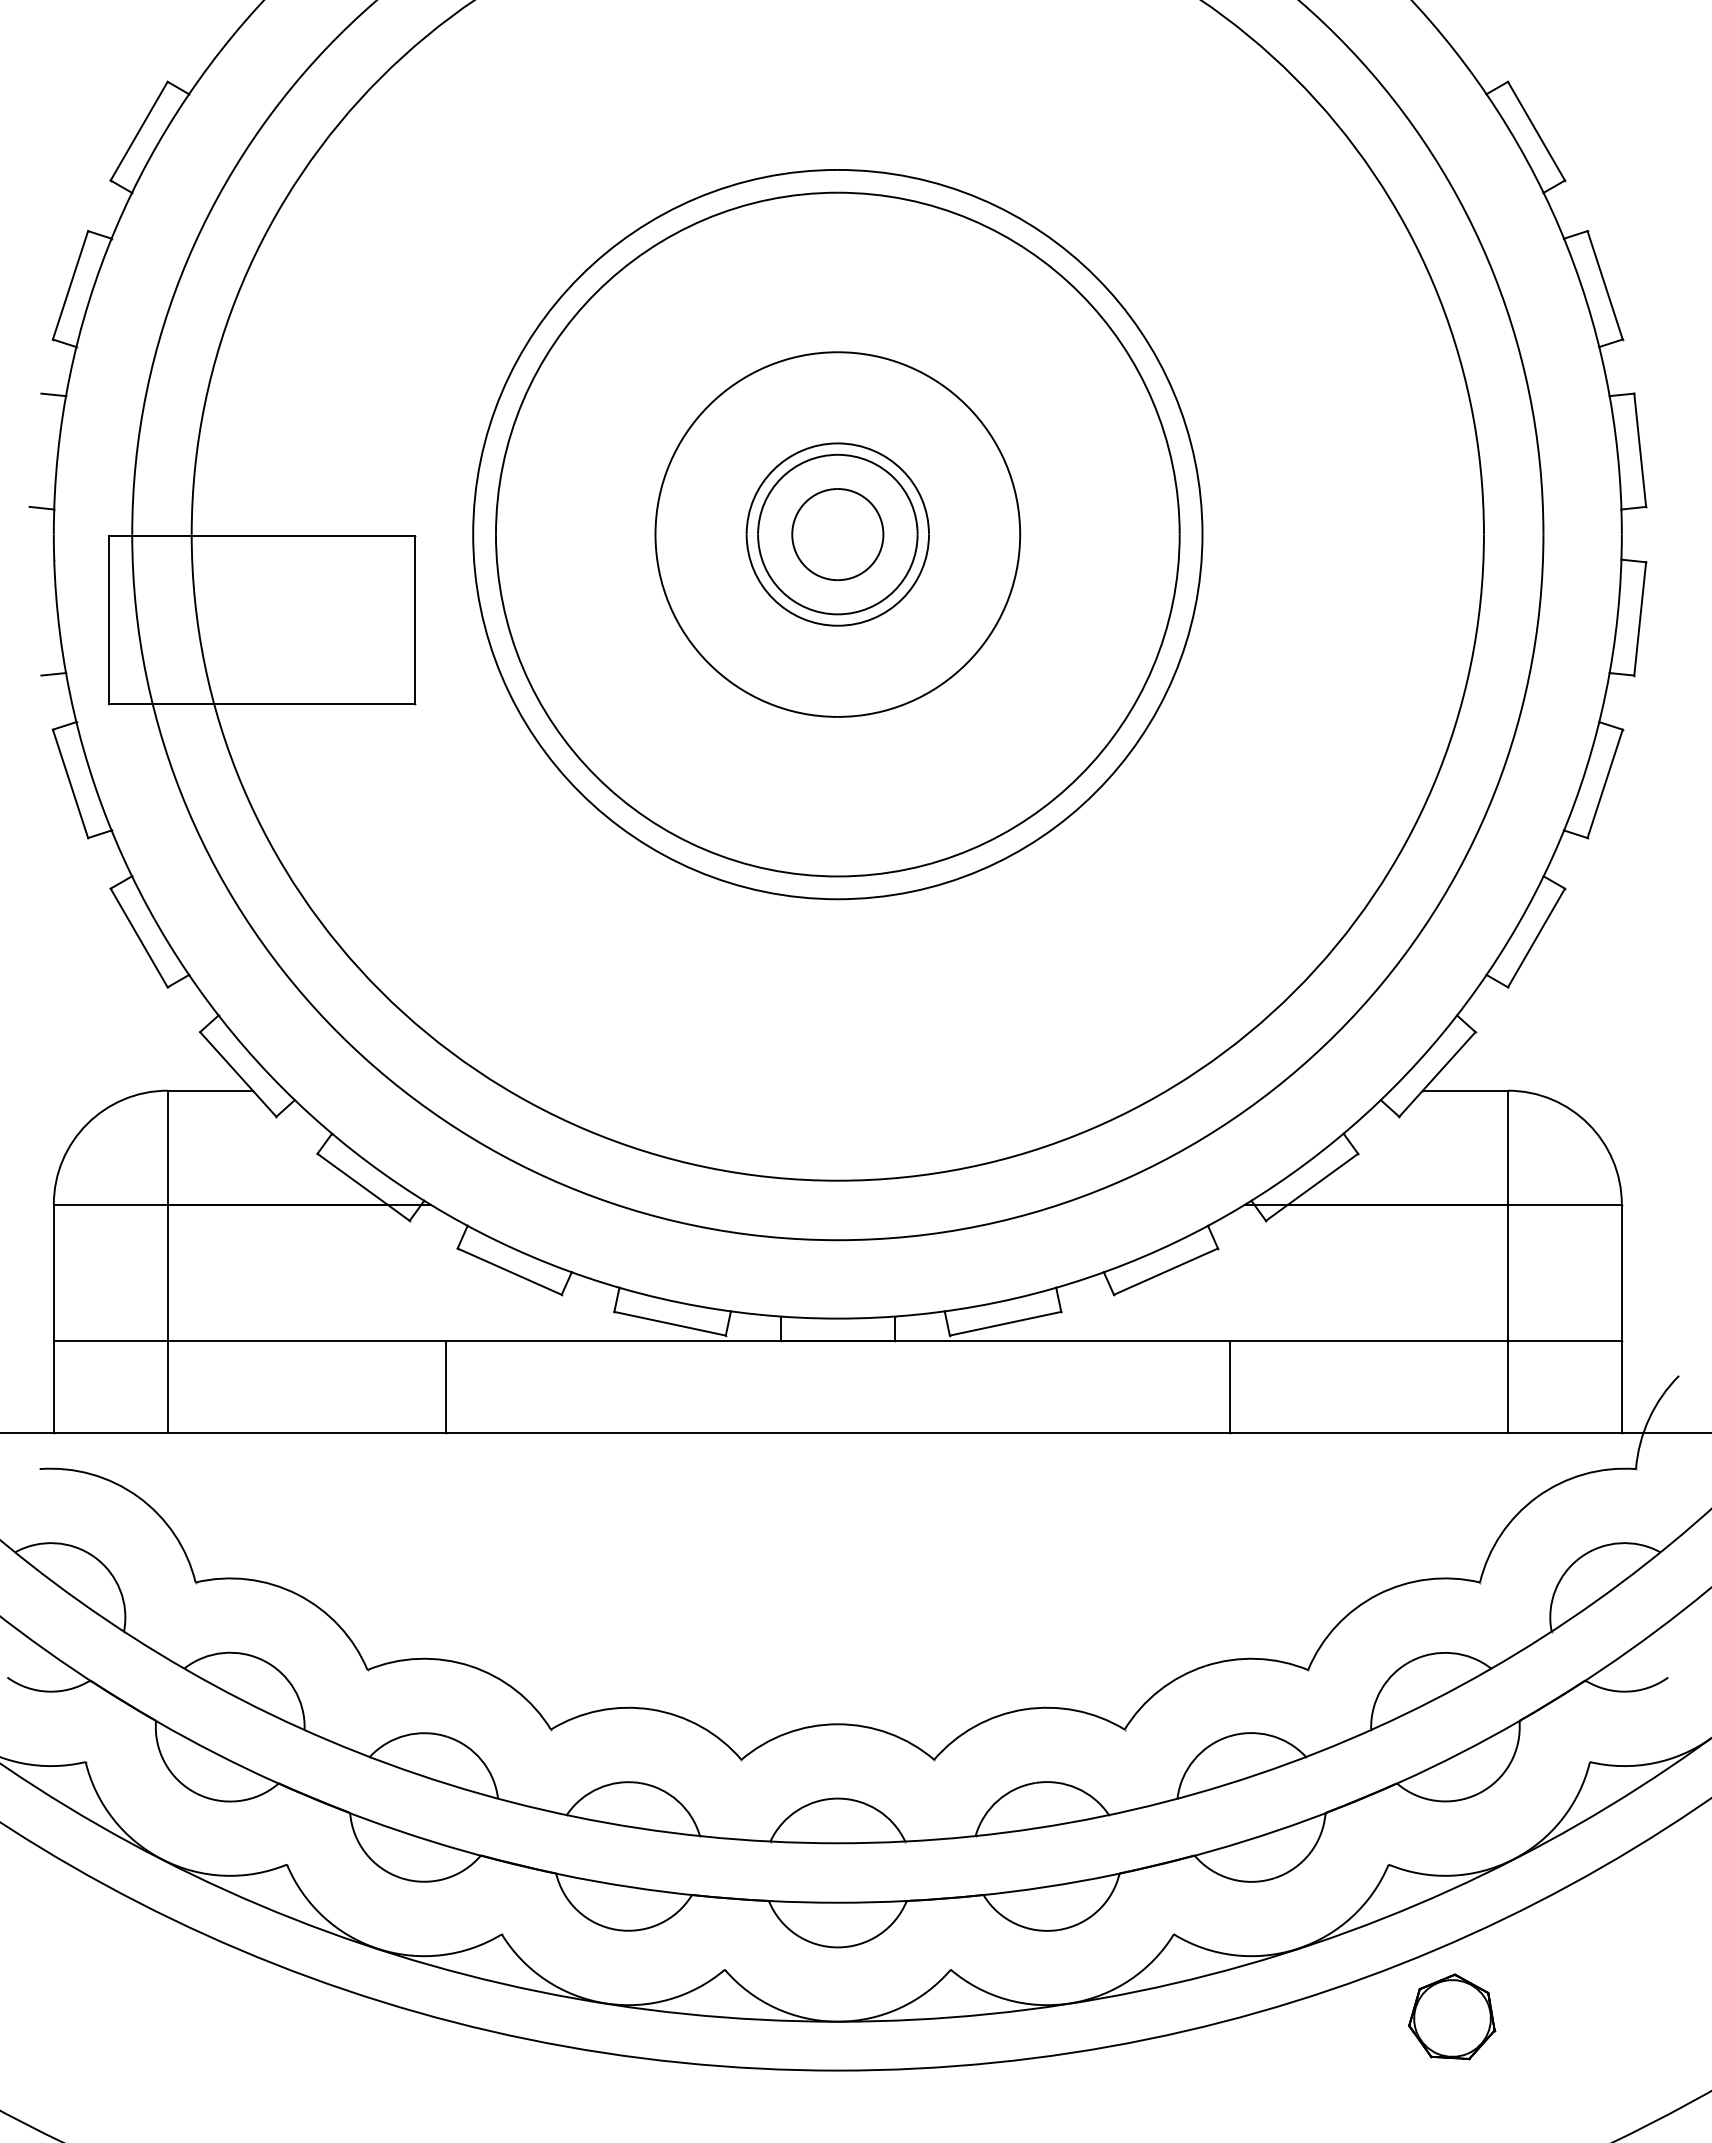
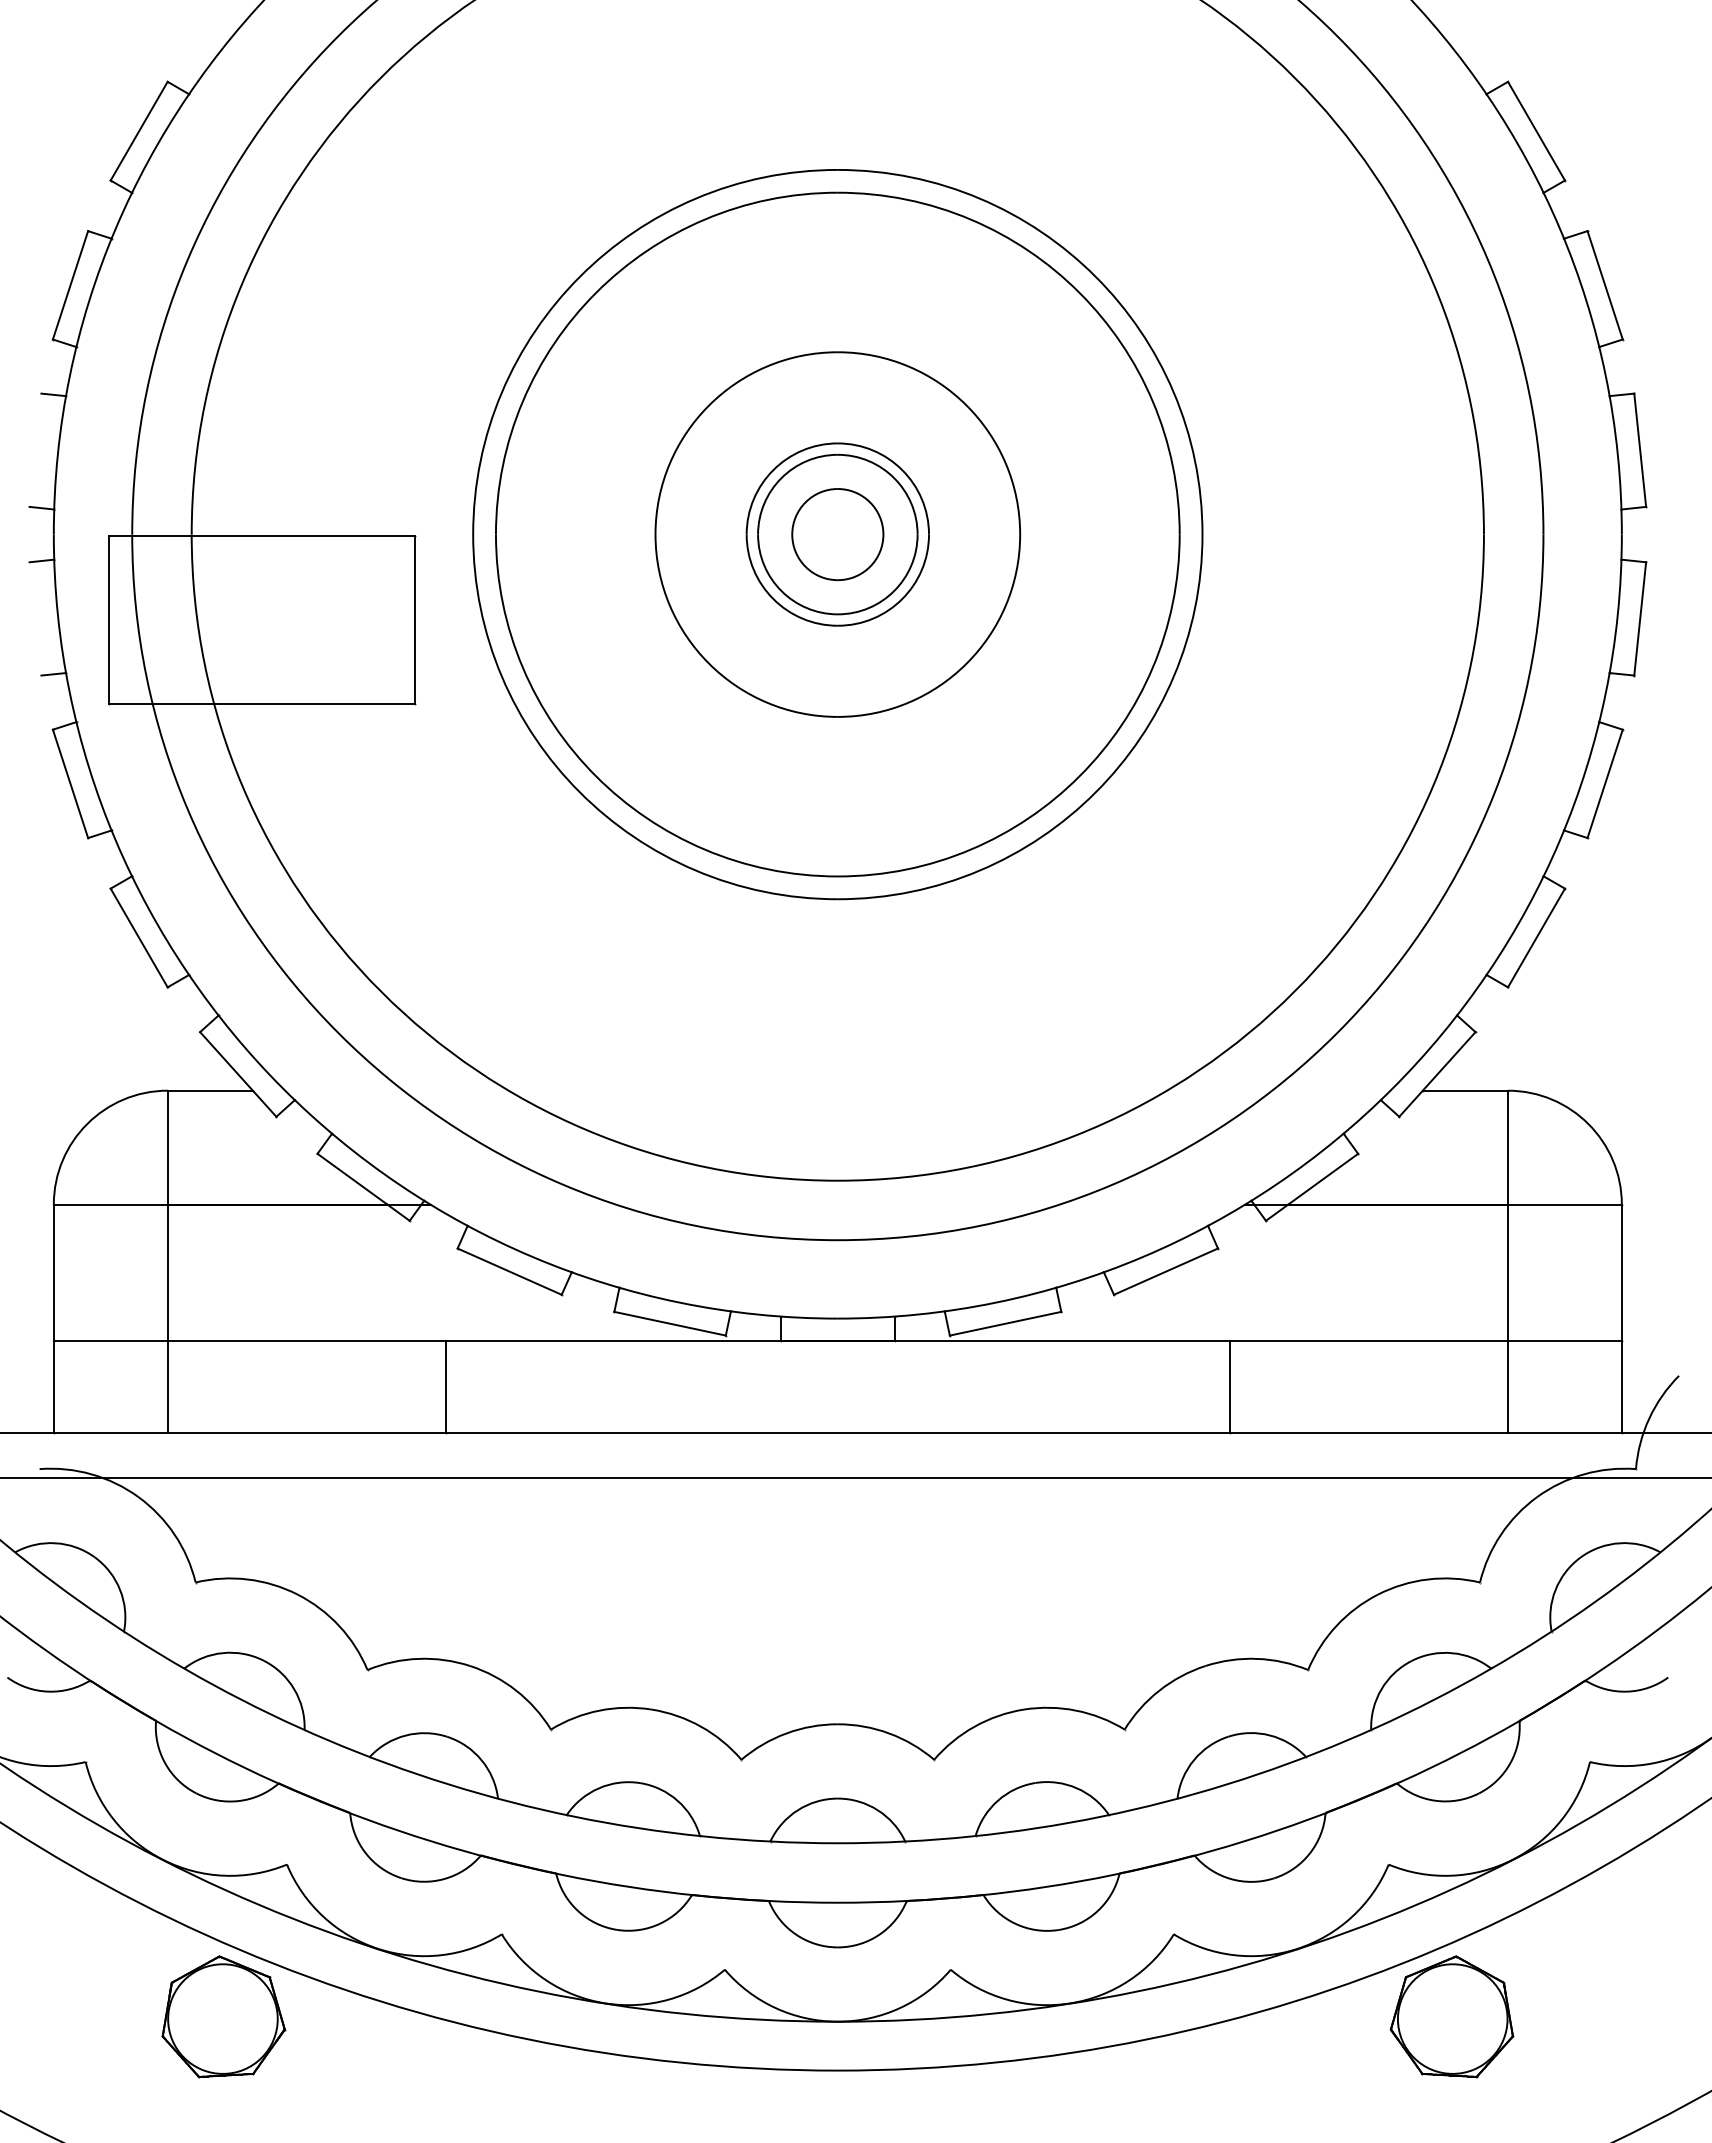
line at (41, 560): none -> present
line at (855, 1478): none -> present
part at (223, 2016): none -> present
part at (1452, 2016) size: 89x88 px -> 126x124 px
